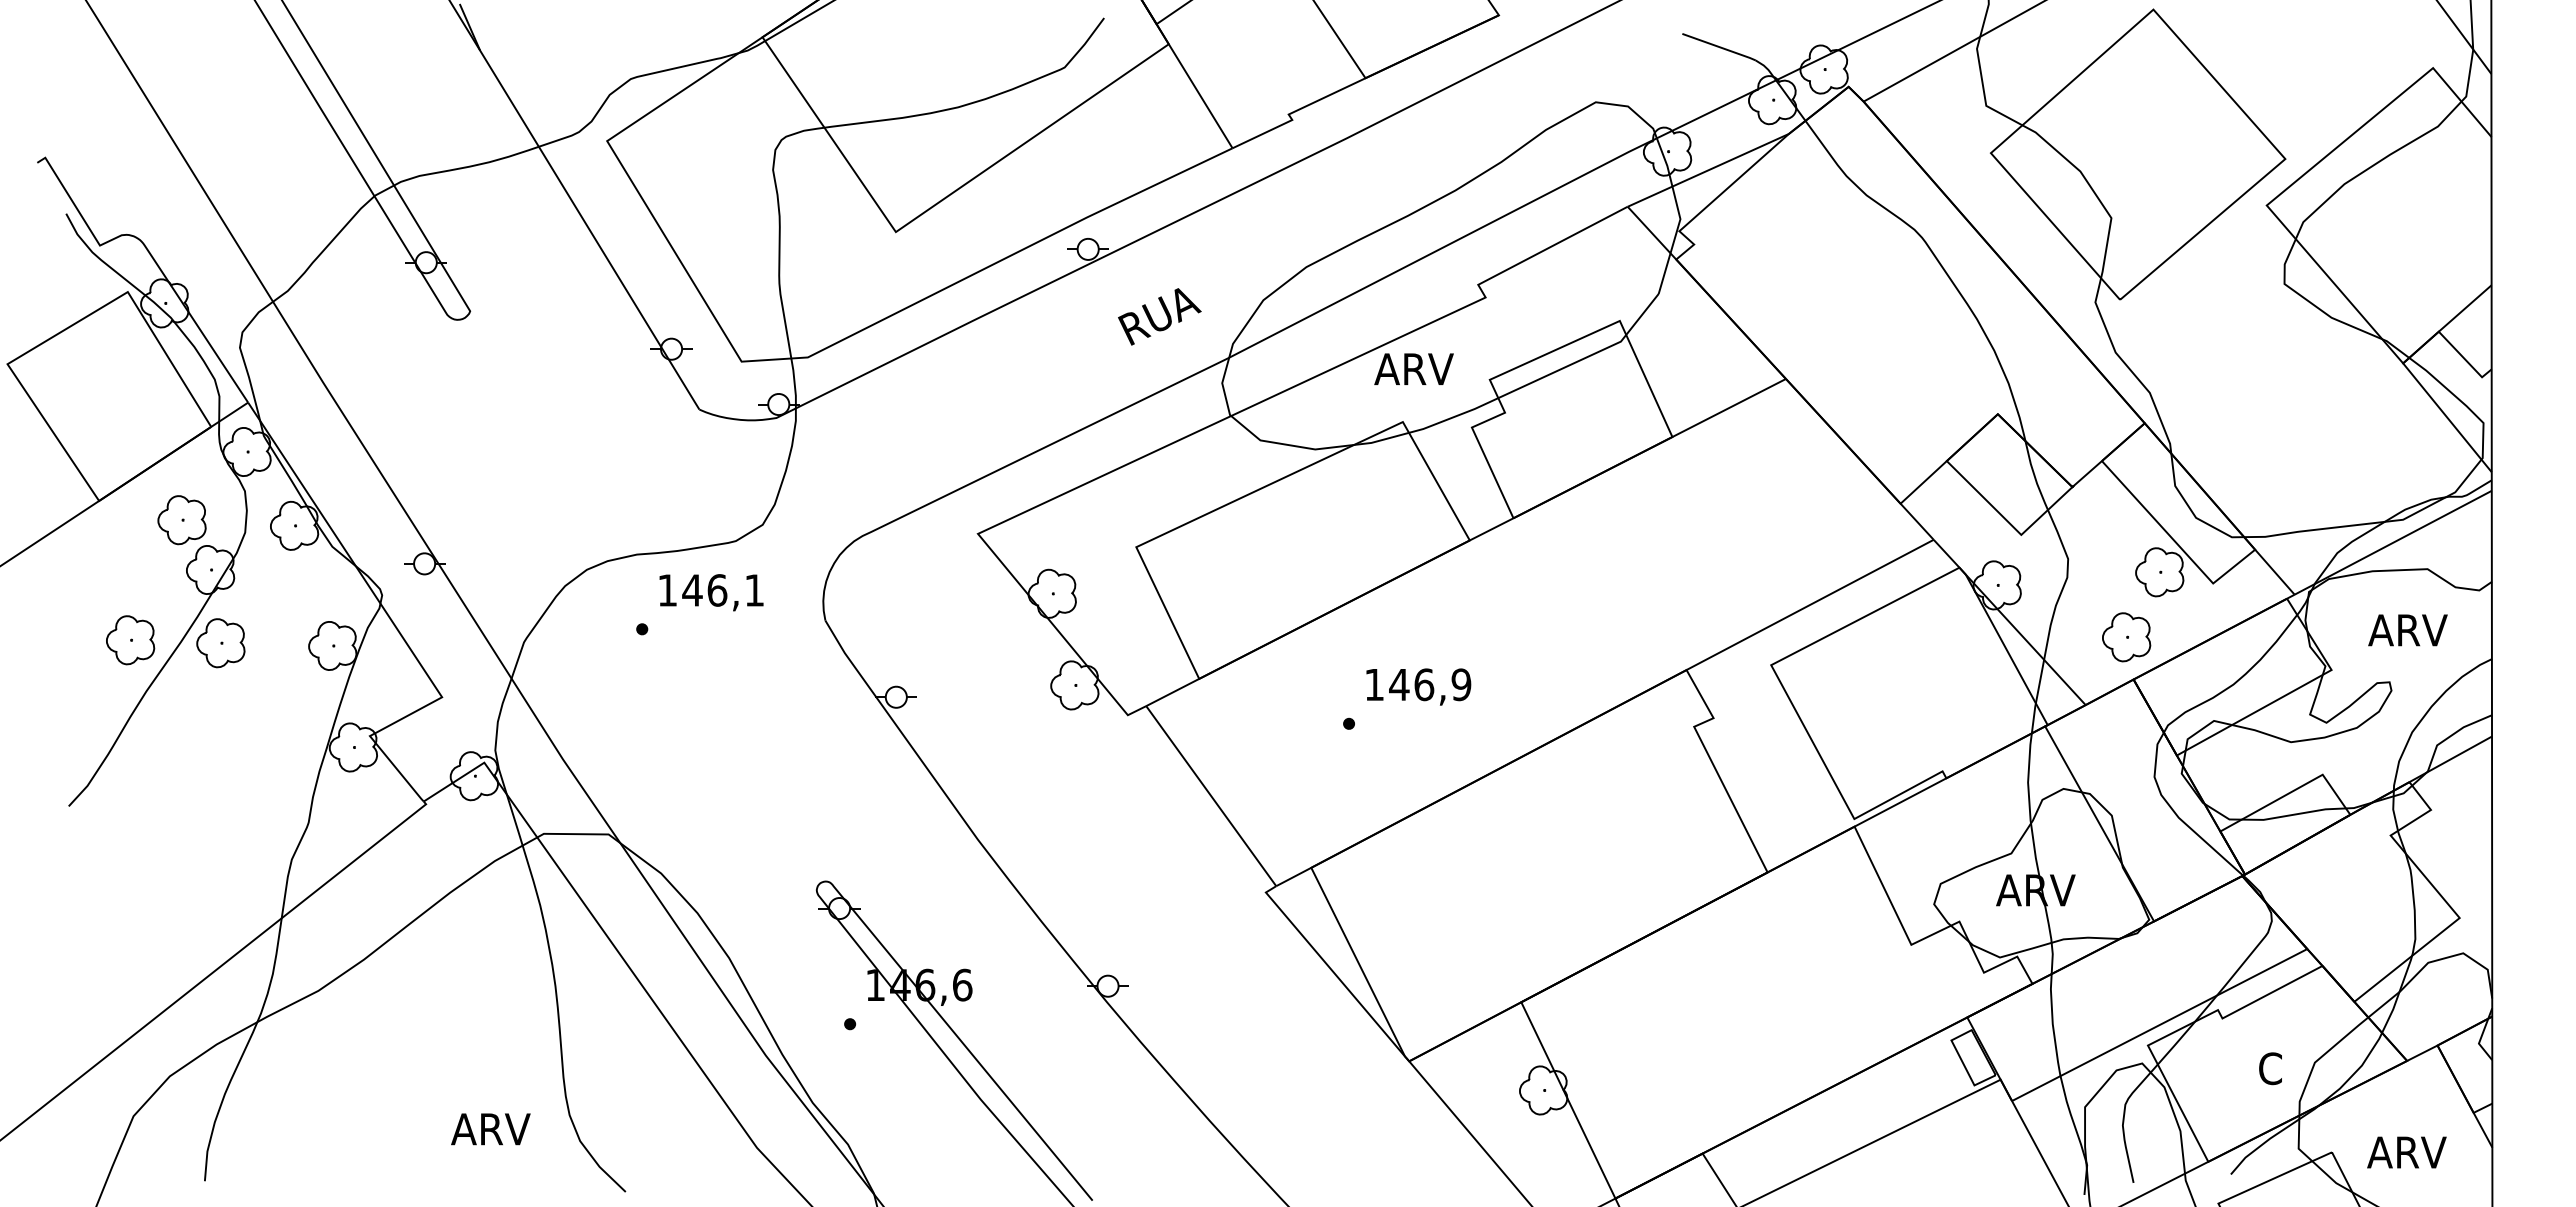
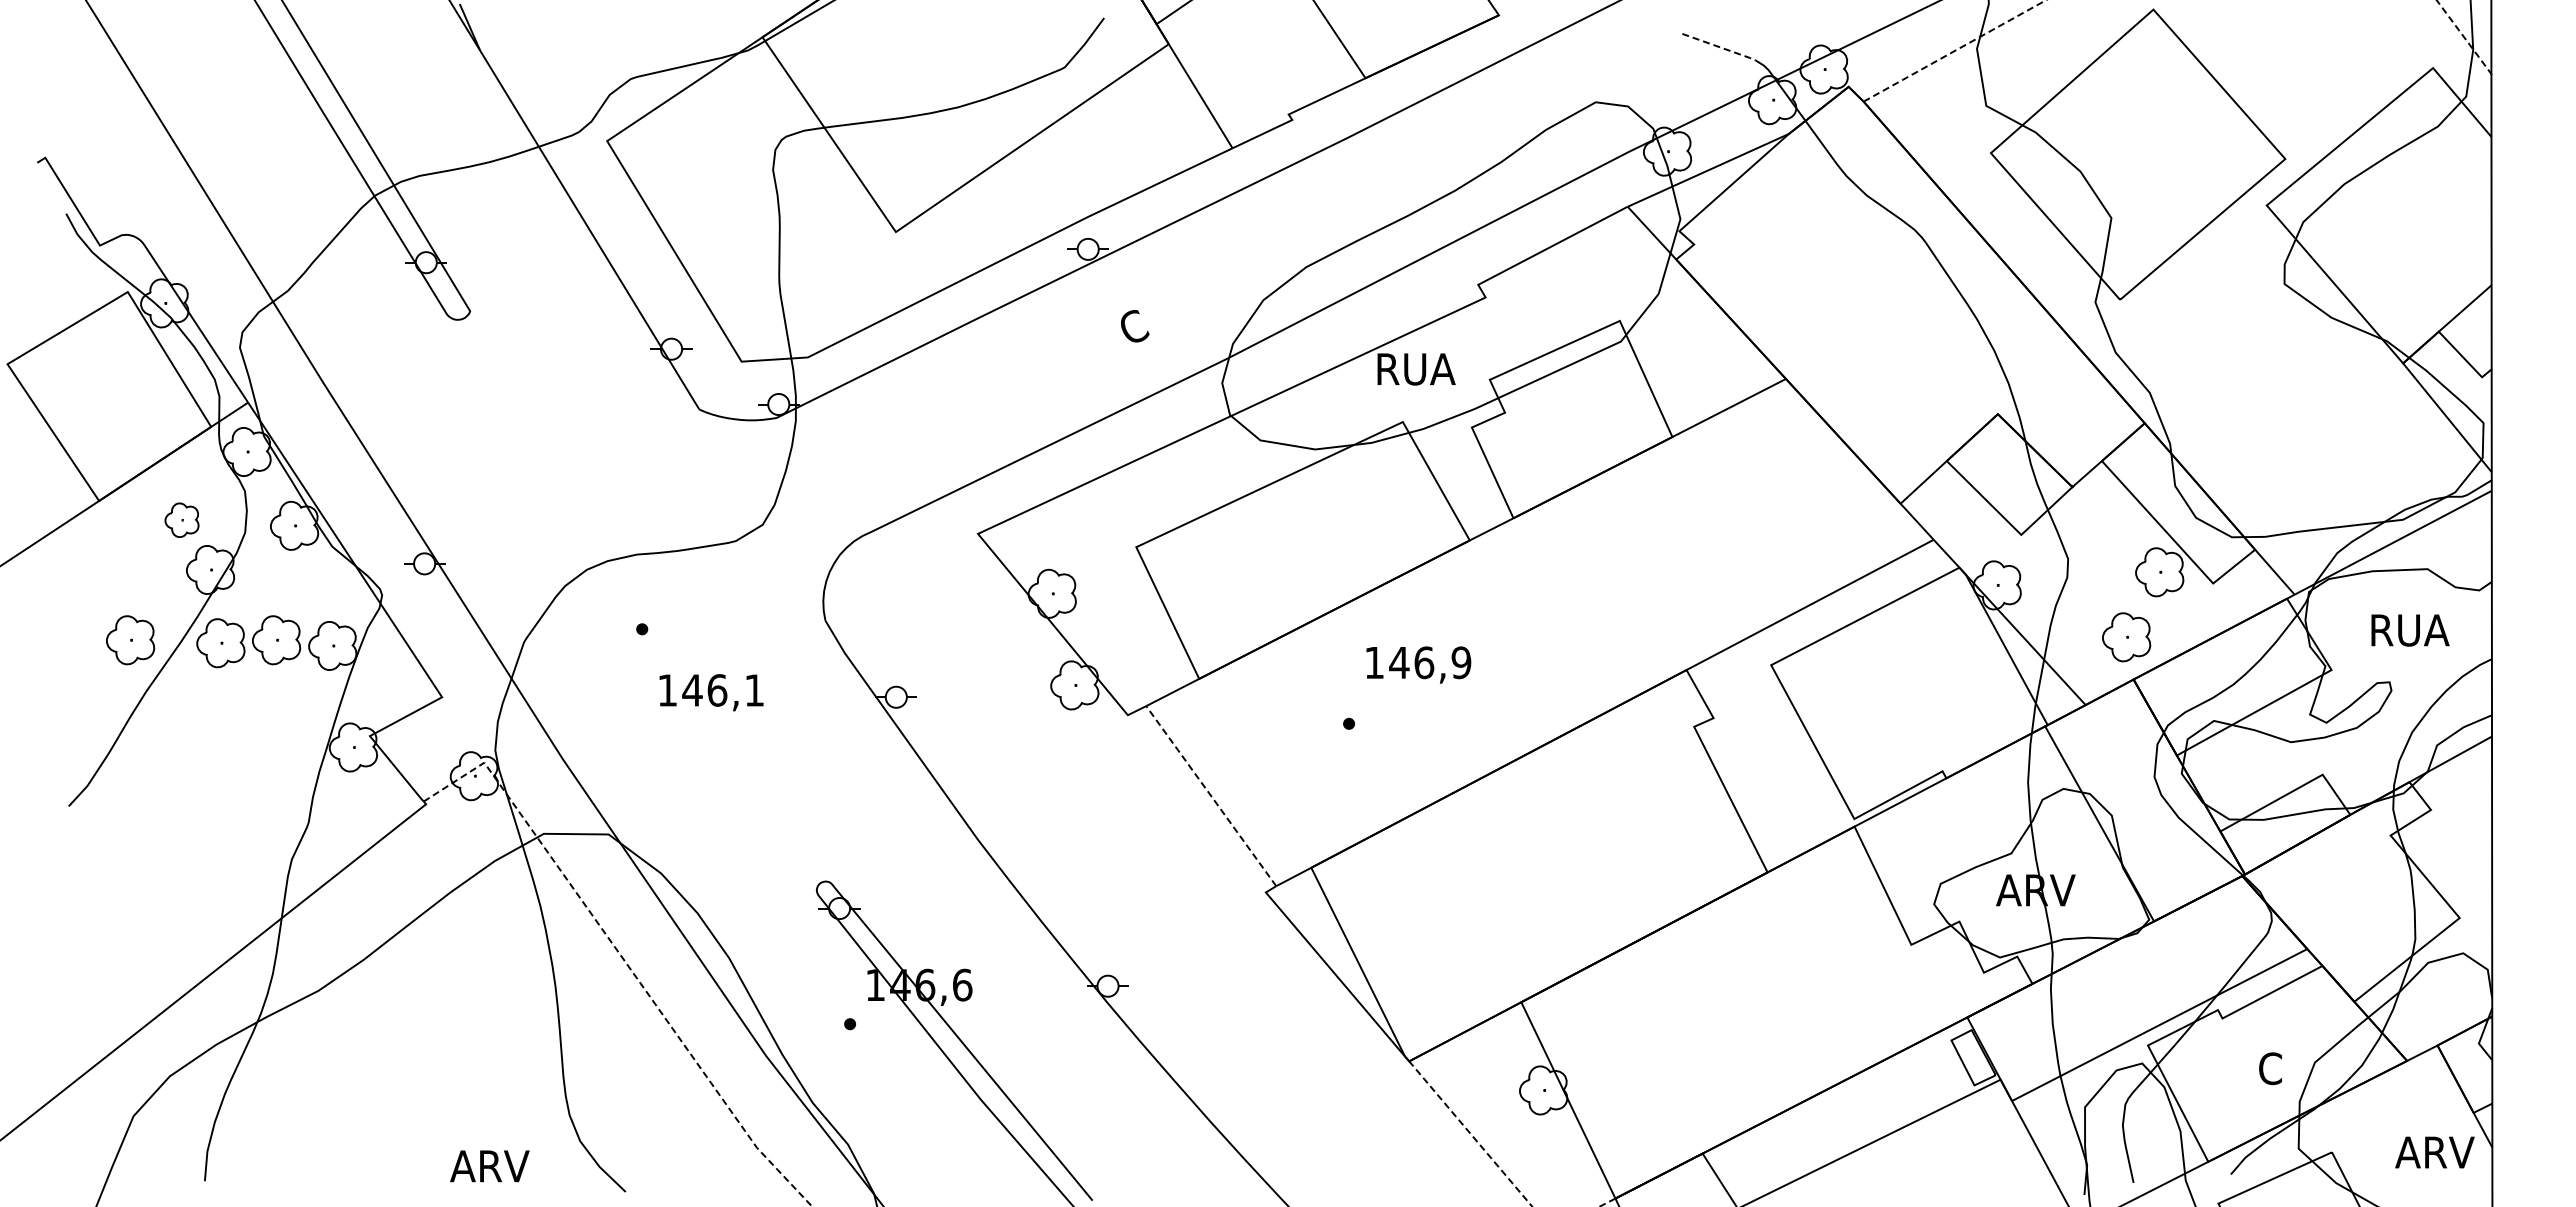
line at (1996, 27): solid -> dashed
line at (1719, 47): solid -> dashed
text at (1159, 316): RUA -> C
text at (1414, 369): ARV -> RUA
part at (181, 520) size: 50x51 px -> 36x36 px
text at (711, 592) position: (711, 592) -> (711, 692)
text at (2408, 630): ARV -> RUA
part at (276, 640): none -> present
text at (1418, 686) position: (1418, 686) -> (1418, 664)
line at (1210, 795): solid -> dashed
line at (623, 959): solid -> dashed
text at (490, 1129) position: (490, 1129) -> (489, 1166)
line at (1476, 1141): solid -> dashed
text at (2406, 1152) position: (2406, 1152) -> (2434, 1152)
